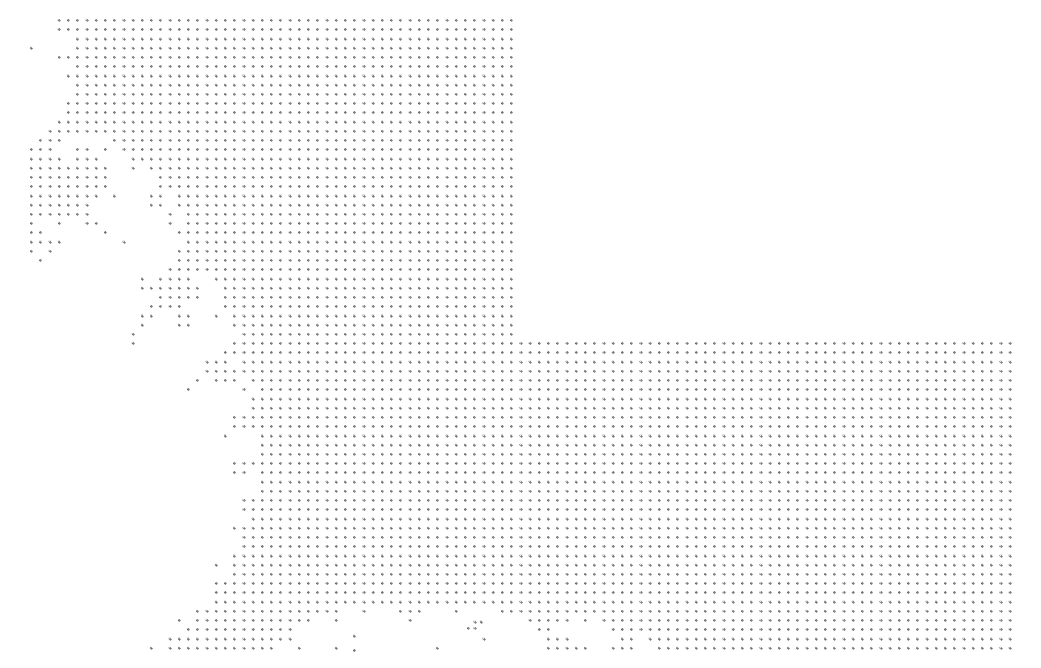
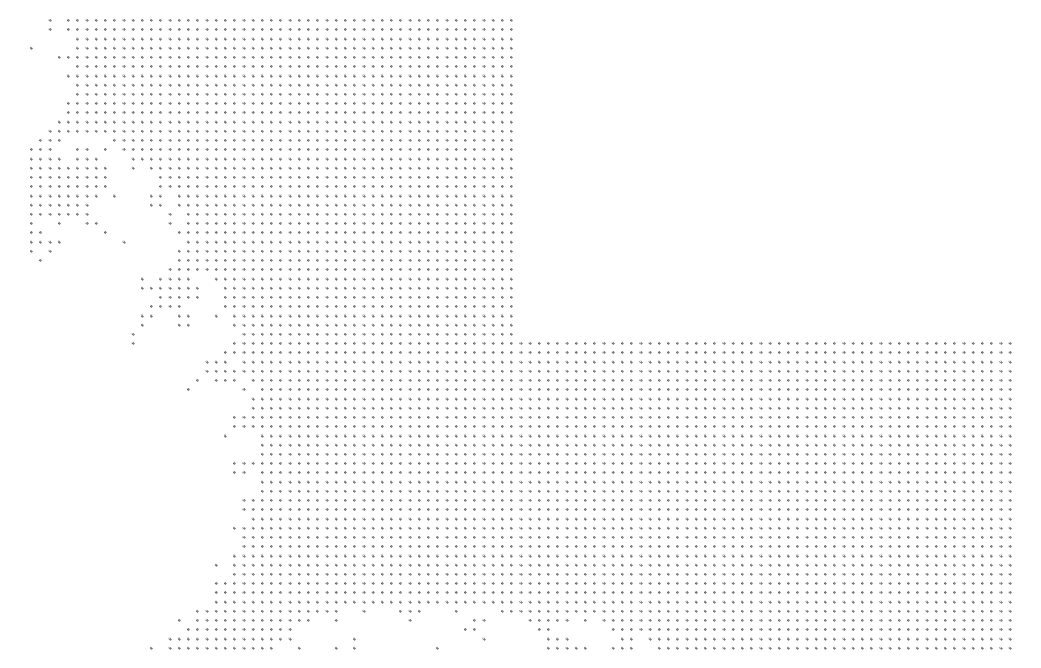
part at (58, 24) position: (58, 24) -> (49, 24)
part at (474, 624) size: 16x10 px -> 22x12 px
part at (354, 643) size: 3x17 px -> 3x13 px
